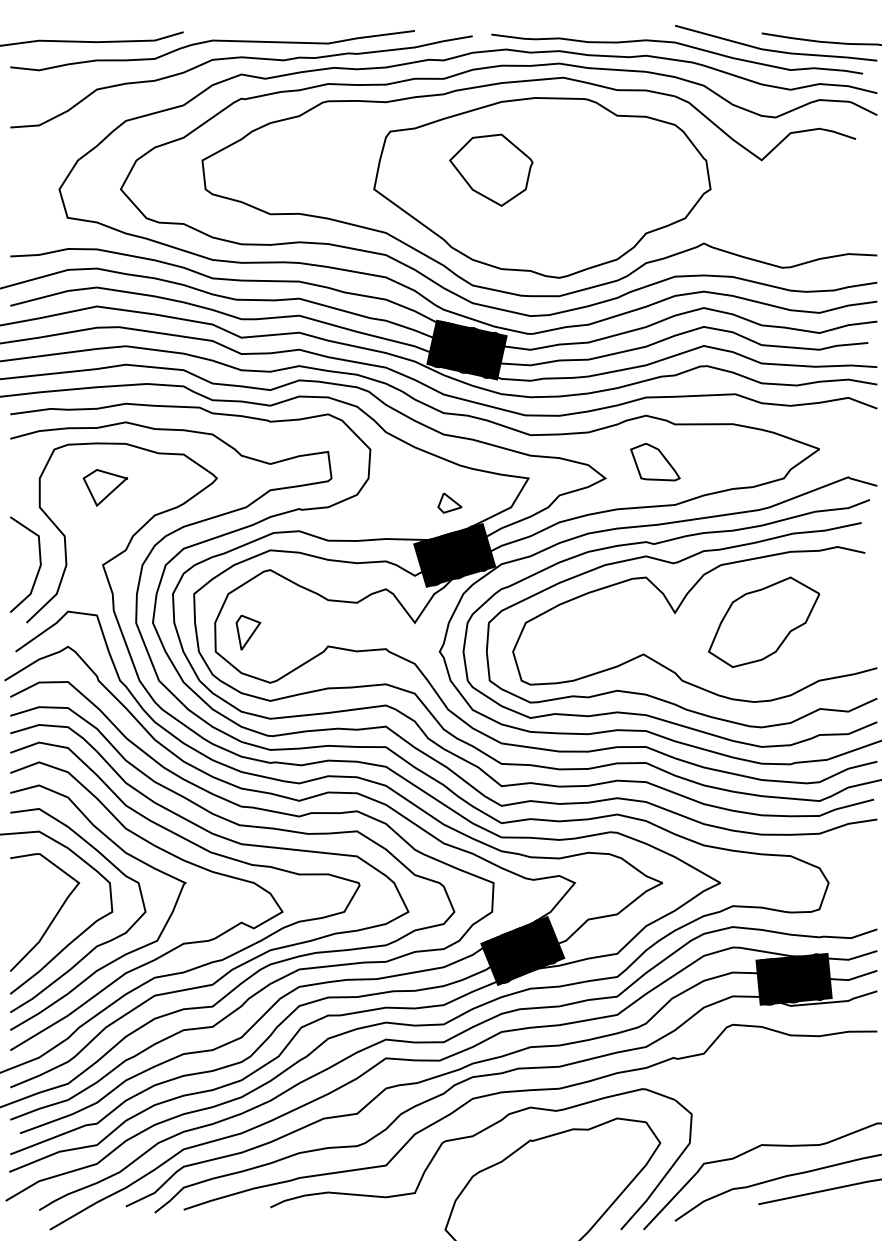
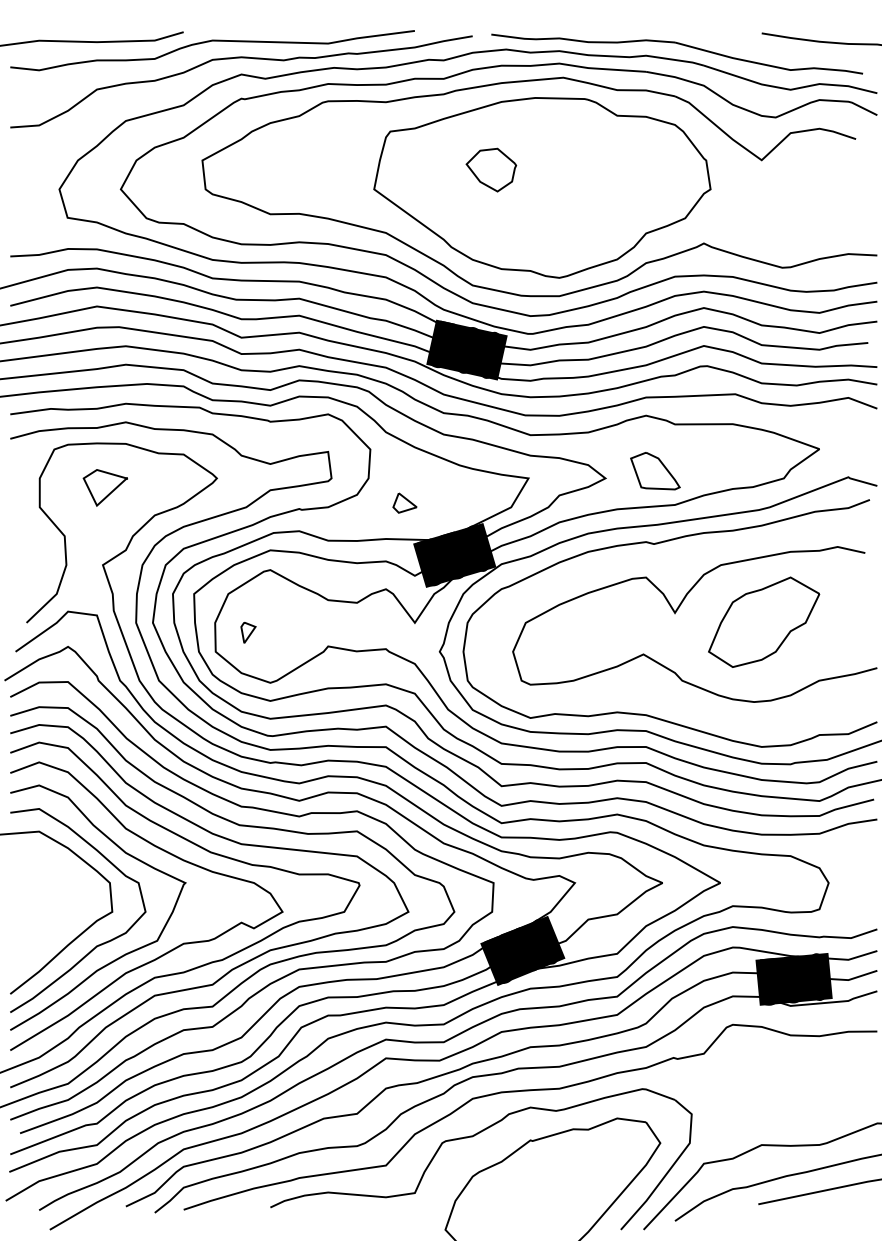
line at (776, 50): present -> none
part at (491, 169) size: 85x74 px -> 53x46 px
part at (655, 462) position: (655, 462) -> (655, 471)
part at (449, 502) position: (449, 502) -> (404, 502)
curve at (673, 564): present -> none
line at (38, 568): present -> none
part at (248, 632) size: 27x36 px -> 17x23 px
curve at (53, 917): present -> none
